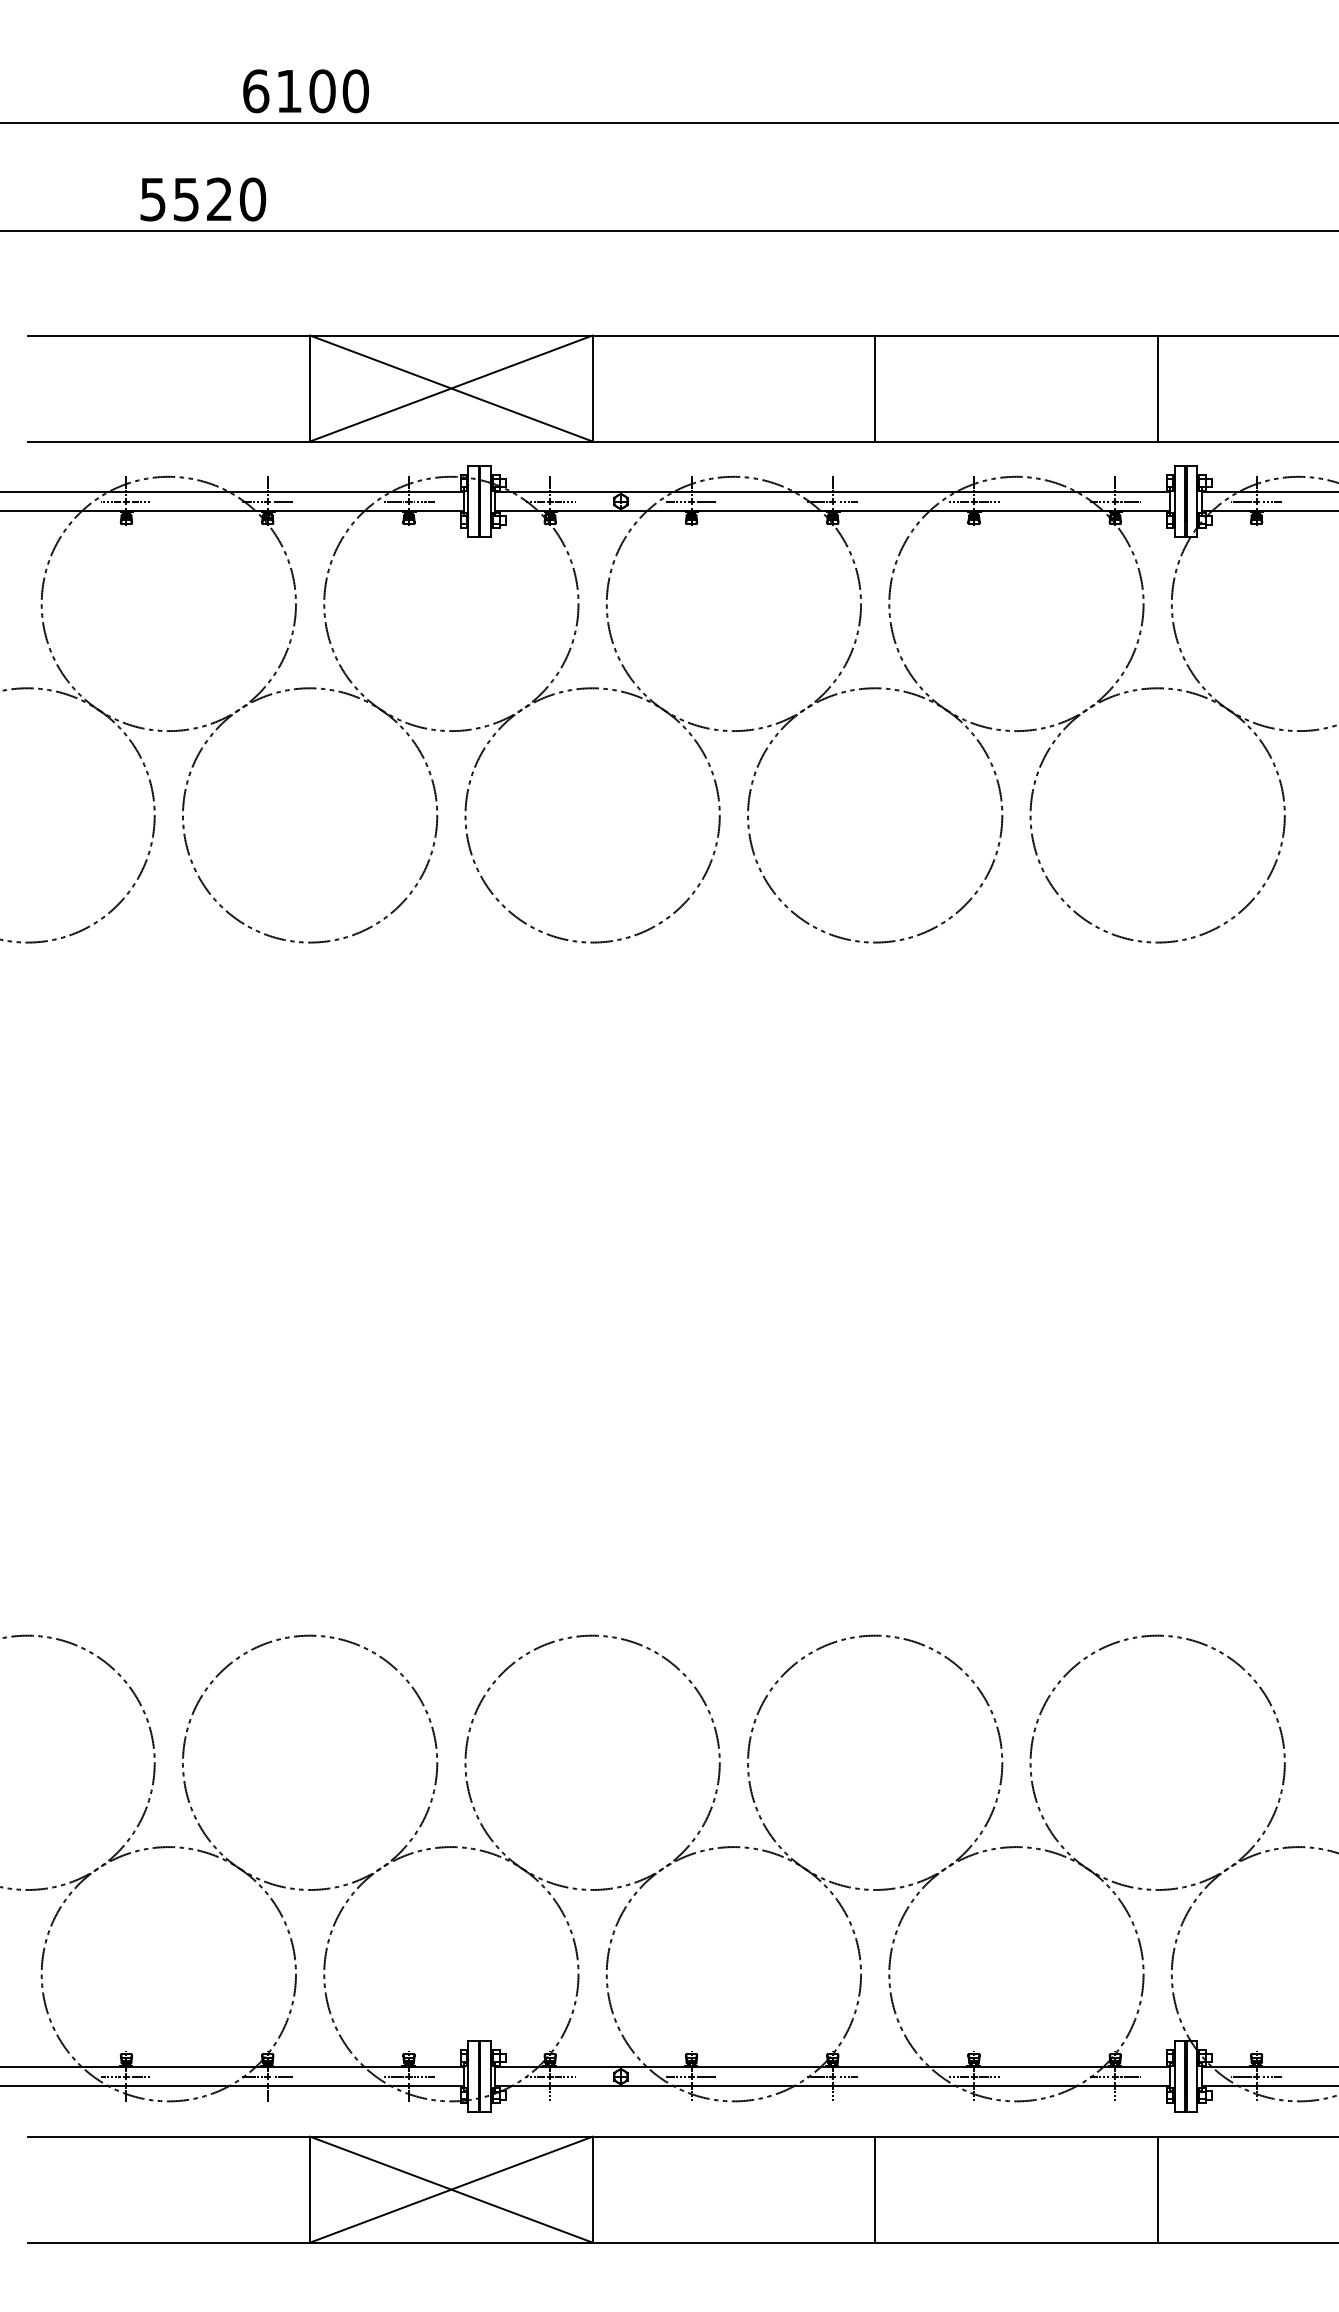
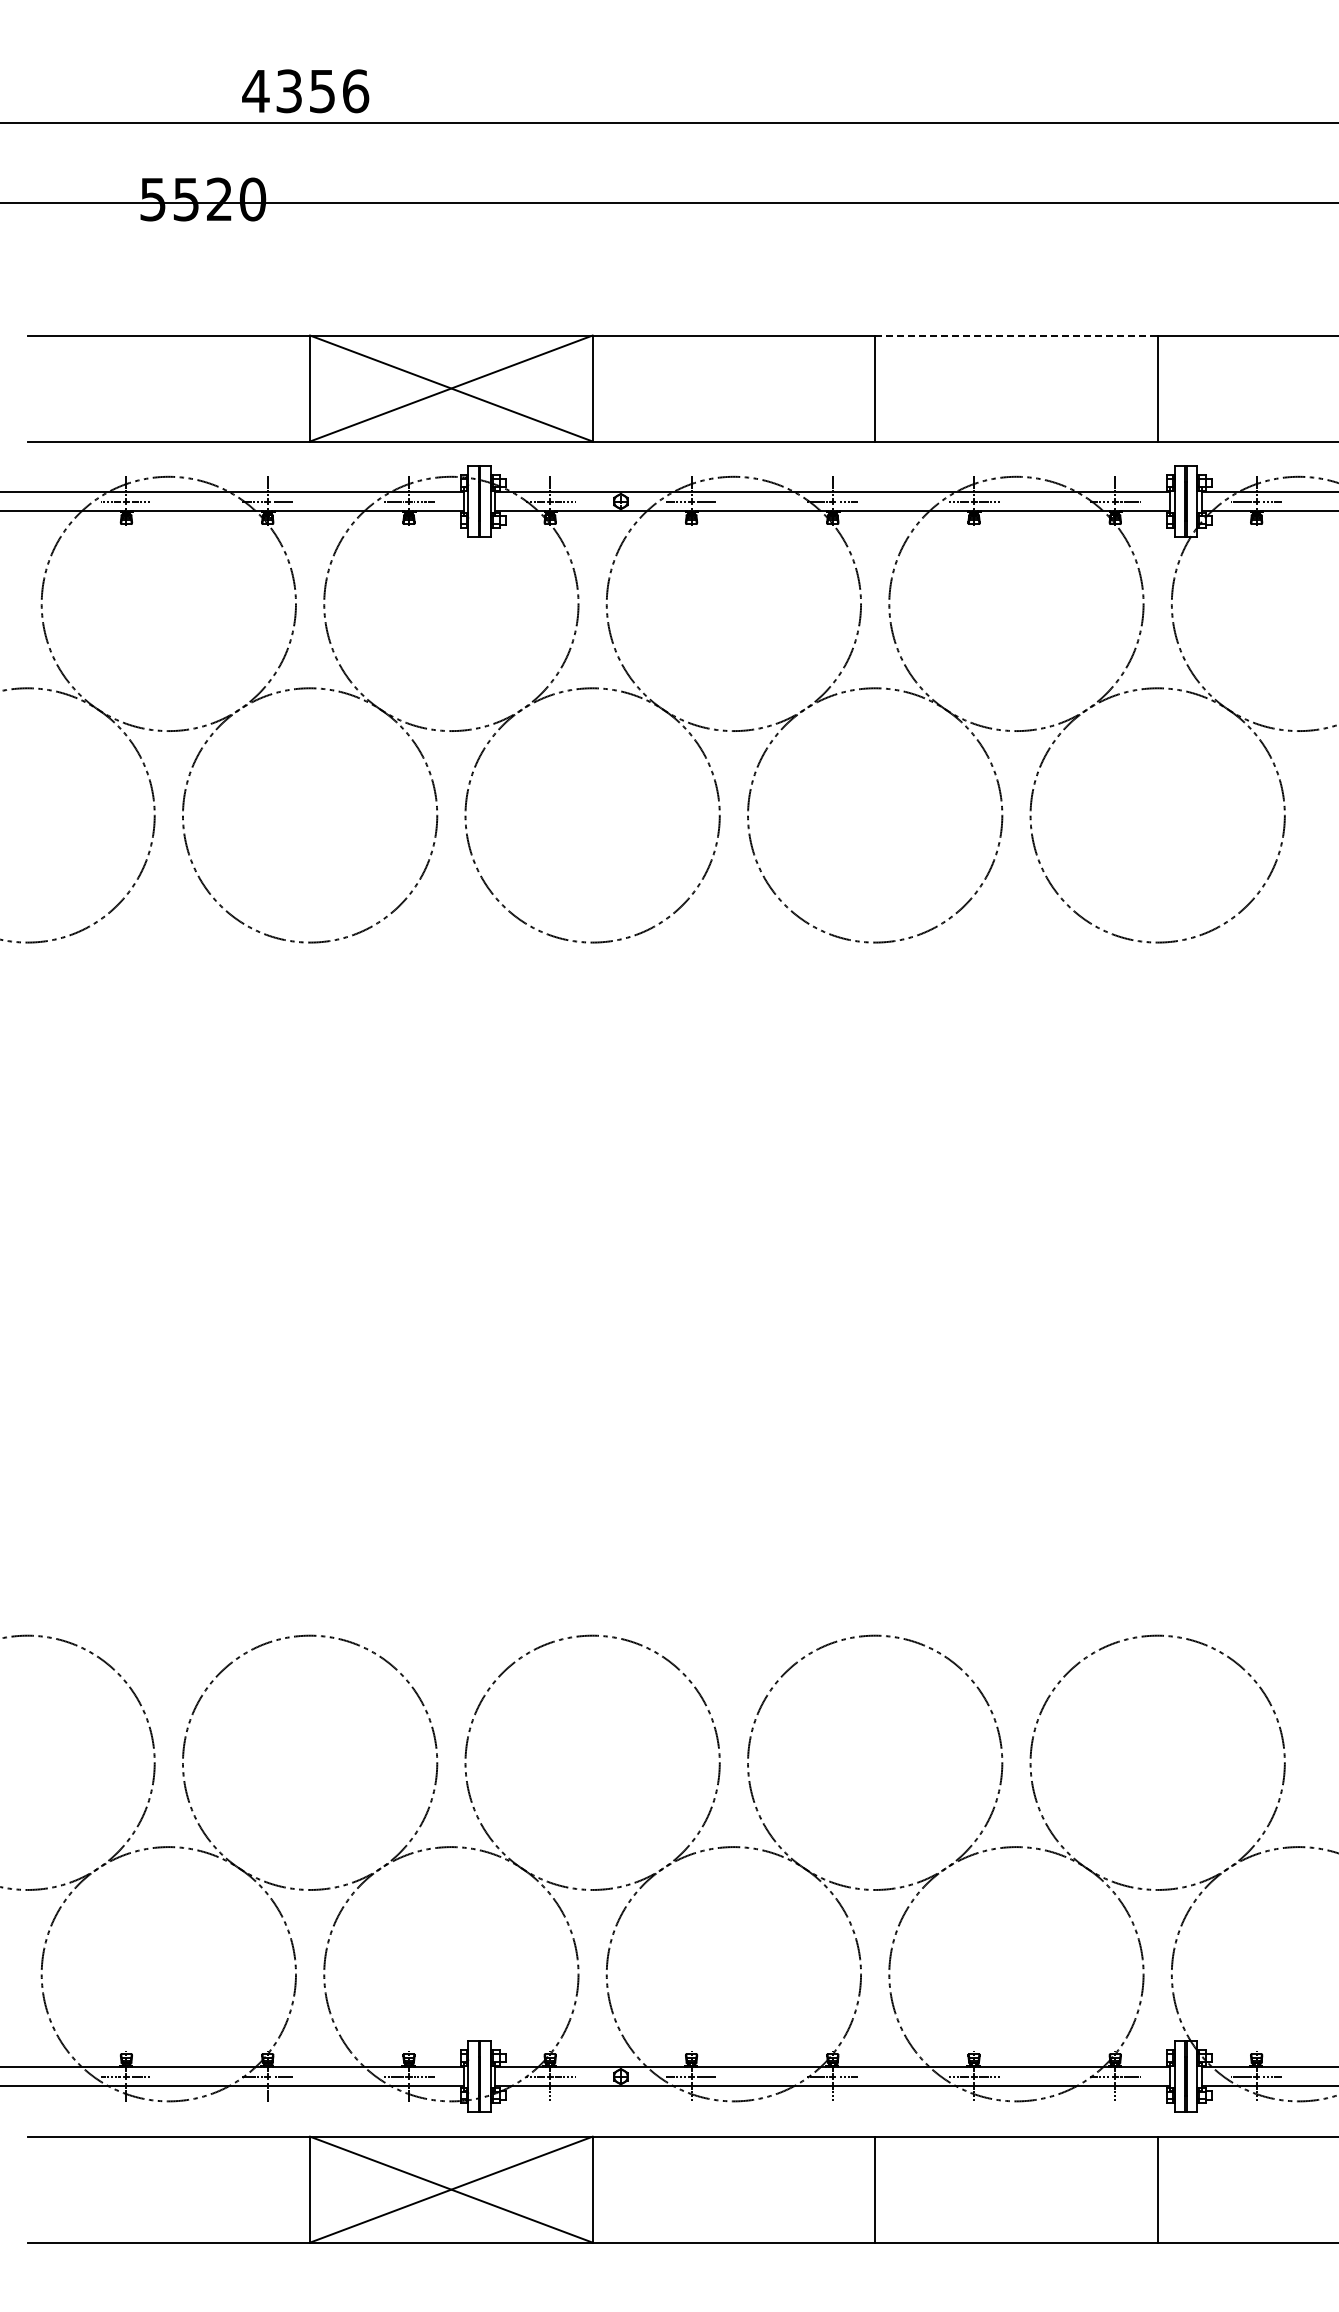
text at (305, 91): 6100 -> 4356
line at (668, 231) position: (668, 231) -> (668, 203)
line at (1016, 335): solid -> dashed
